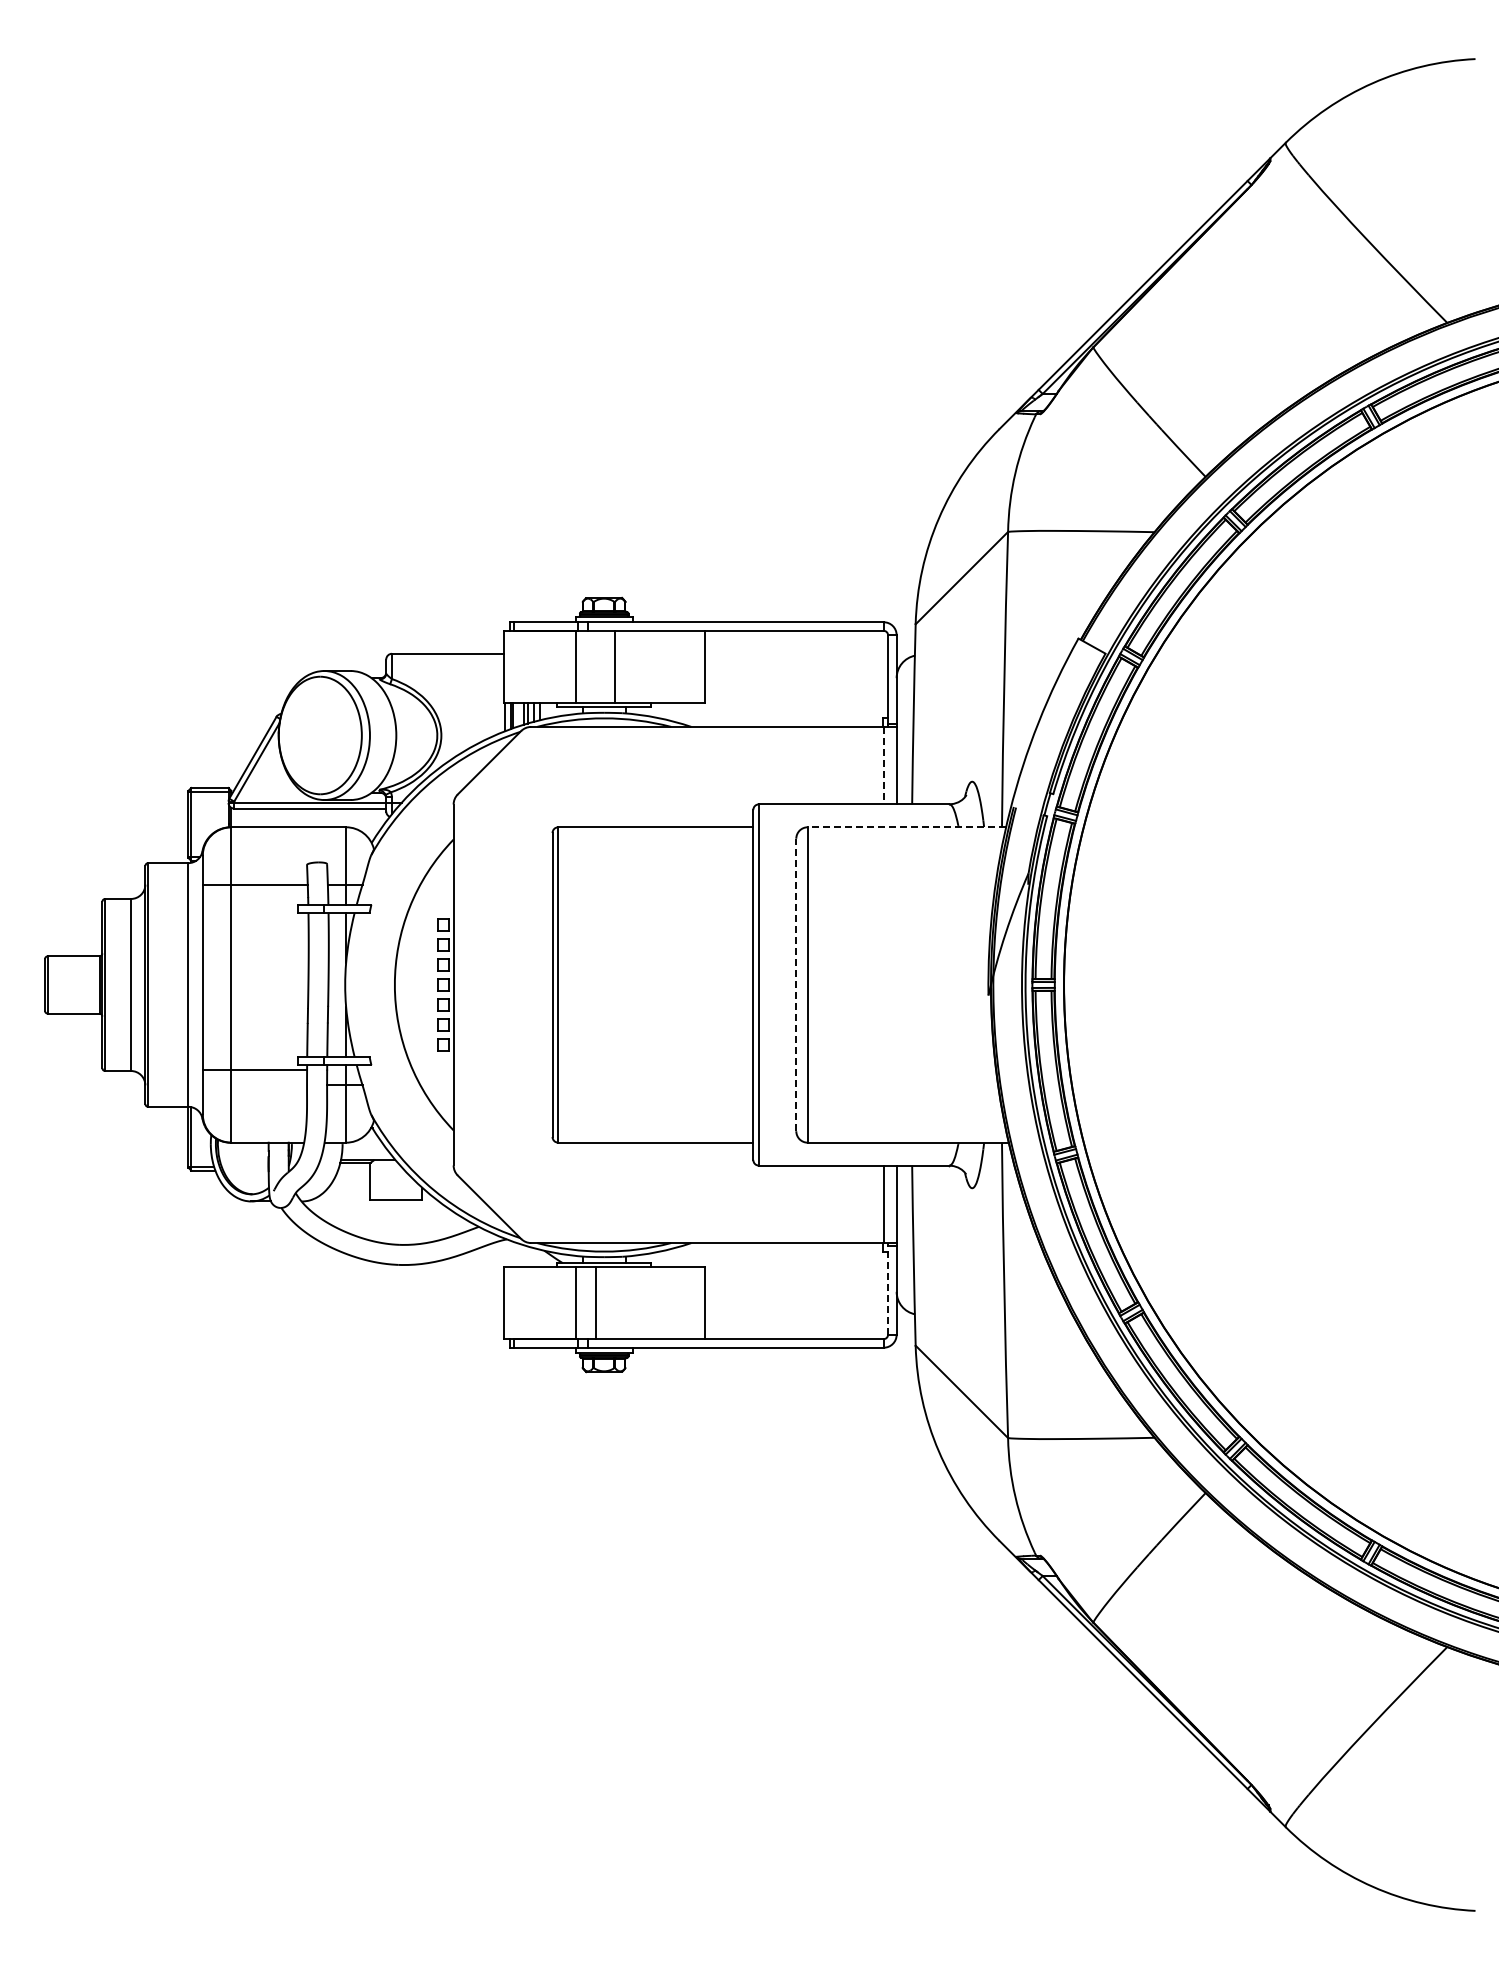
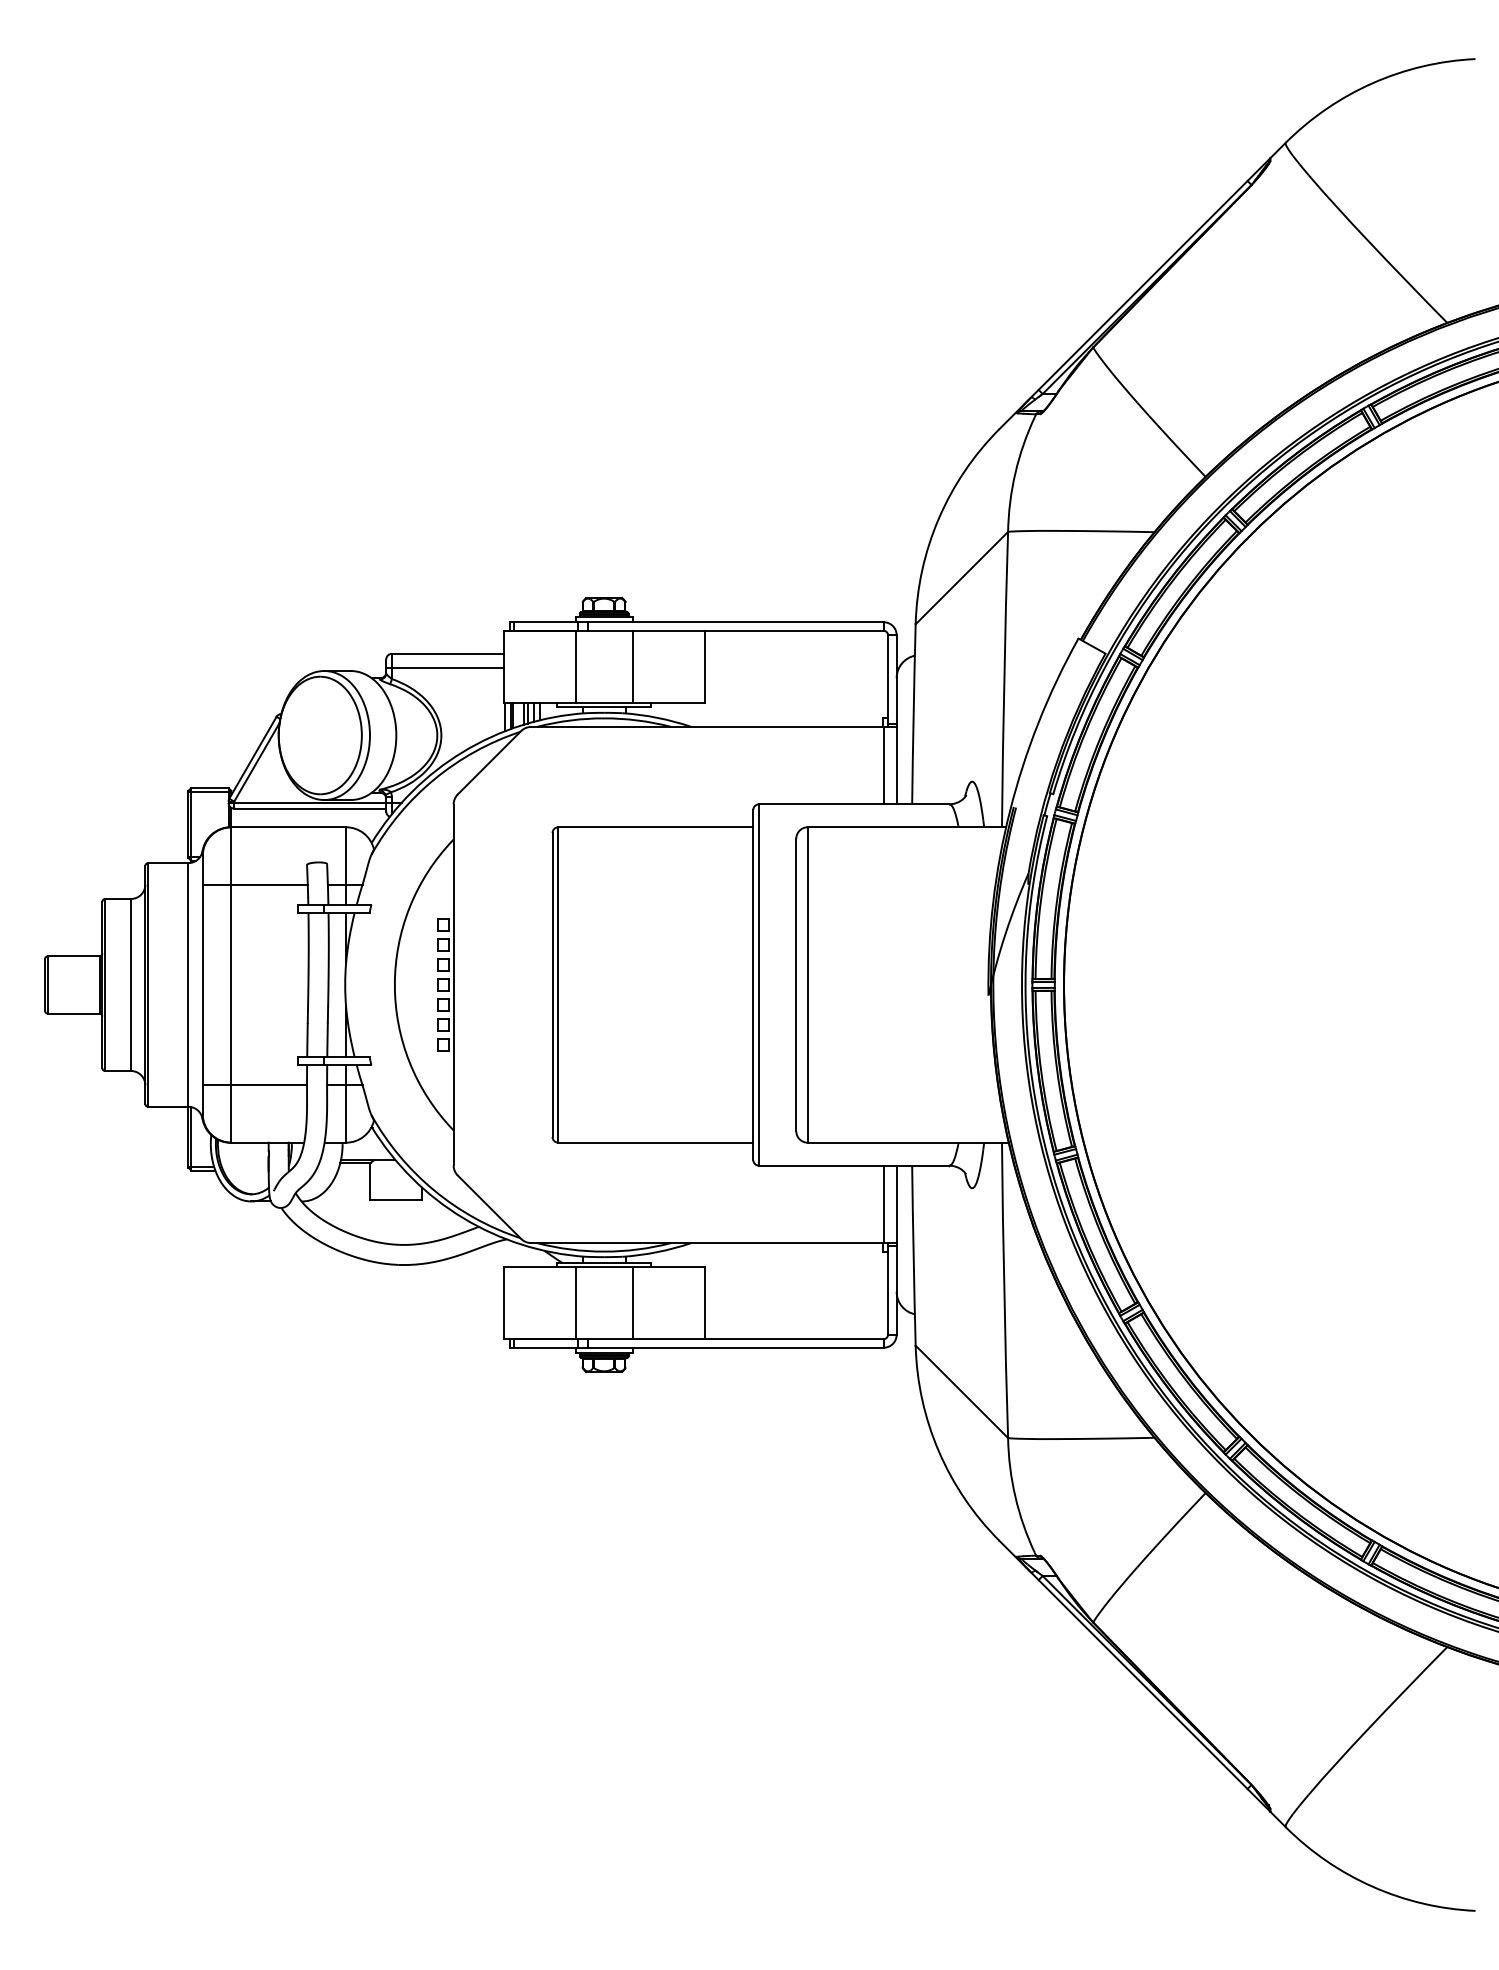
line at (614, 666) position: (614, 666) -> (632, 666)
line at (444, 668): none -> present
line at (883, 765): dashed -> solid
line at (906, 827): dashed -> solid
line at (796, 984): dashed -> solid
line at (254, 1070) position: (254, 1070) -> (254, 1085)
line at (888, 1288): dashed -> solid
line at (595, 1303) position: (595, 1303) -> (632, 1303)
